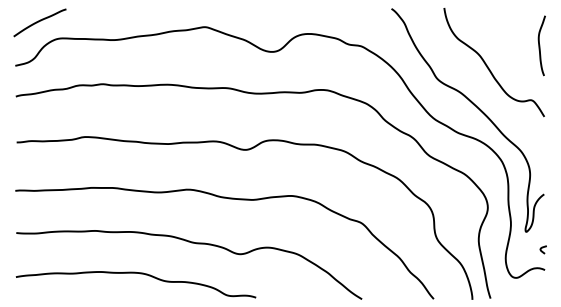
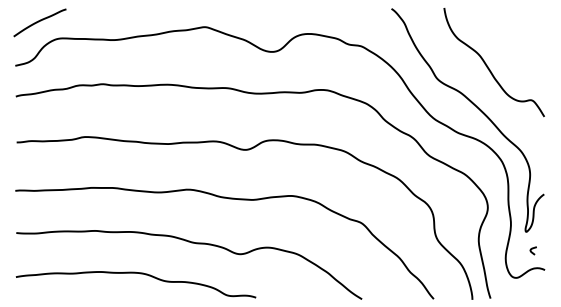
curve at (540, 45): present -> none
curve at (542, 248) position: (542, 248) -> (532, 249)
